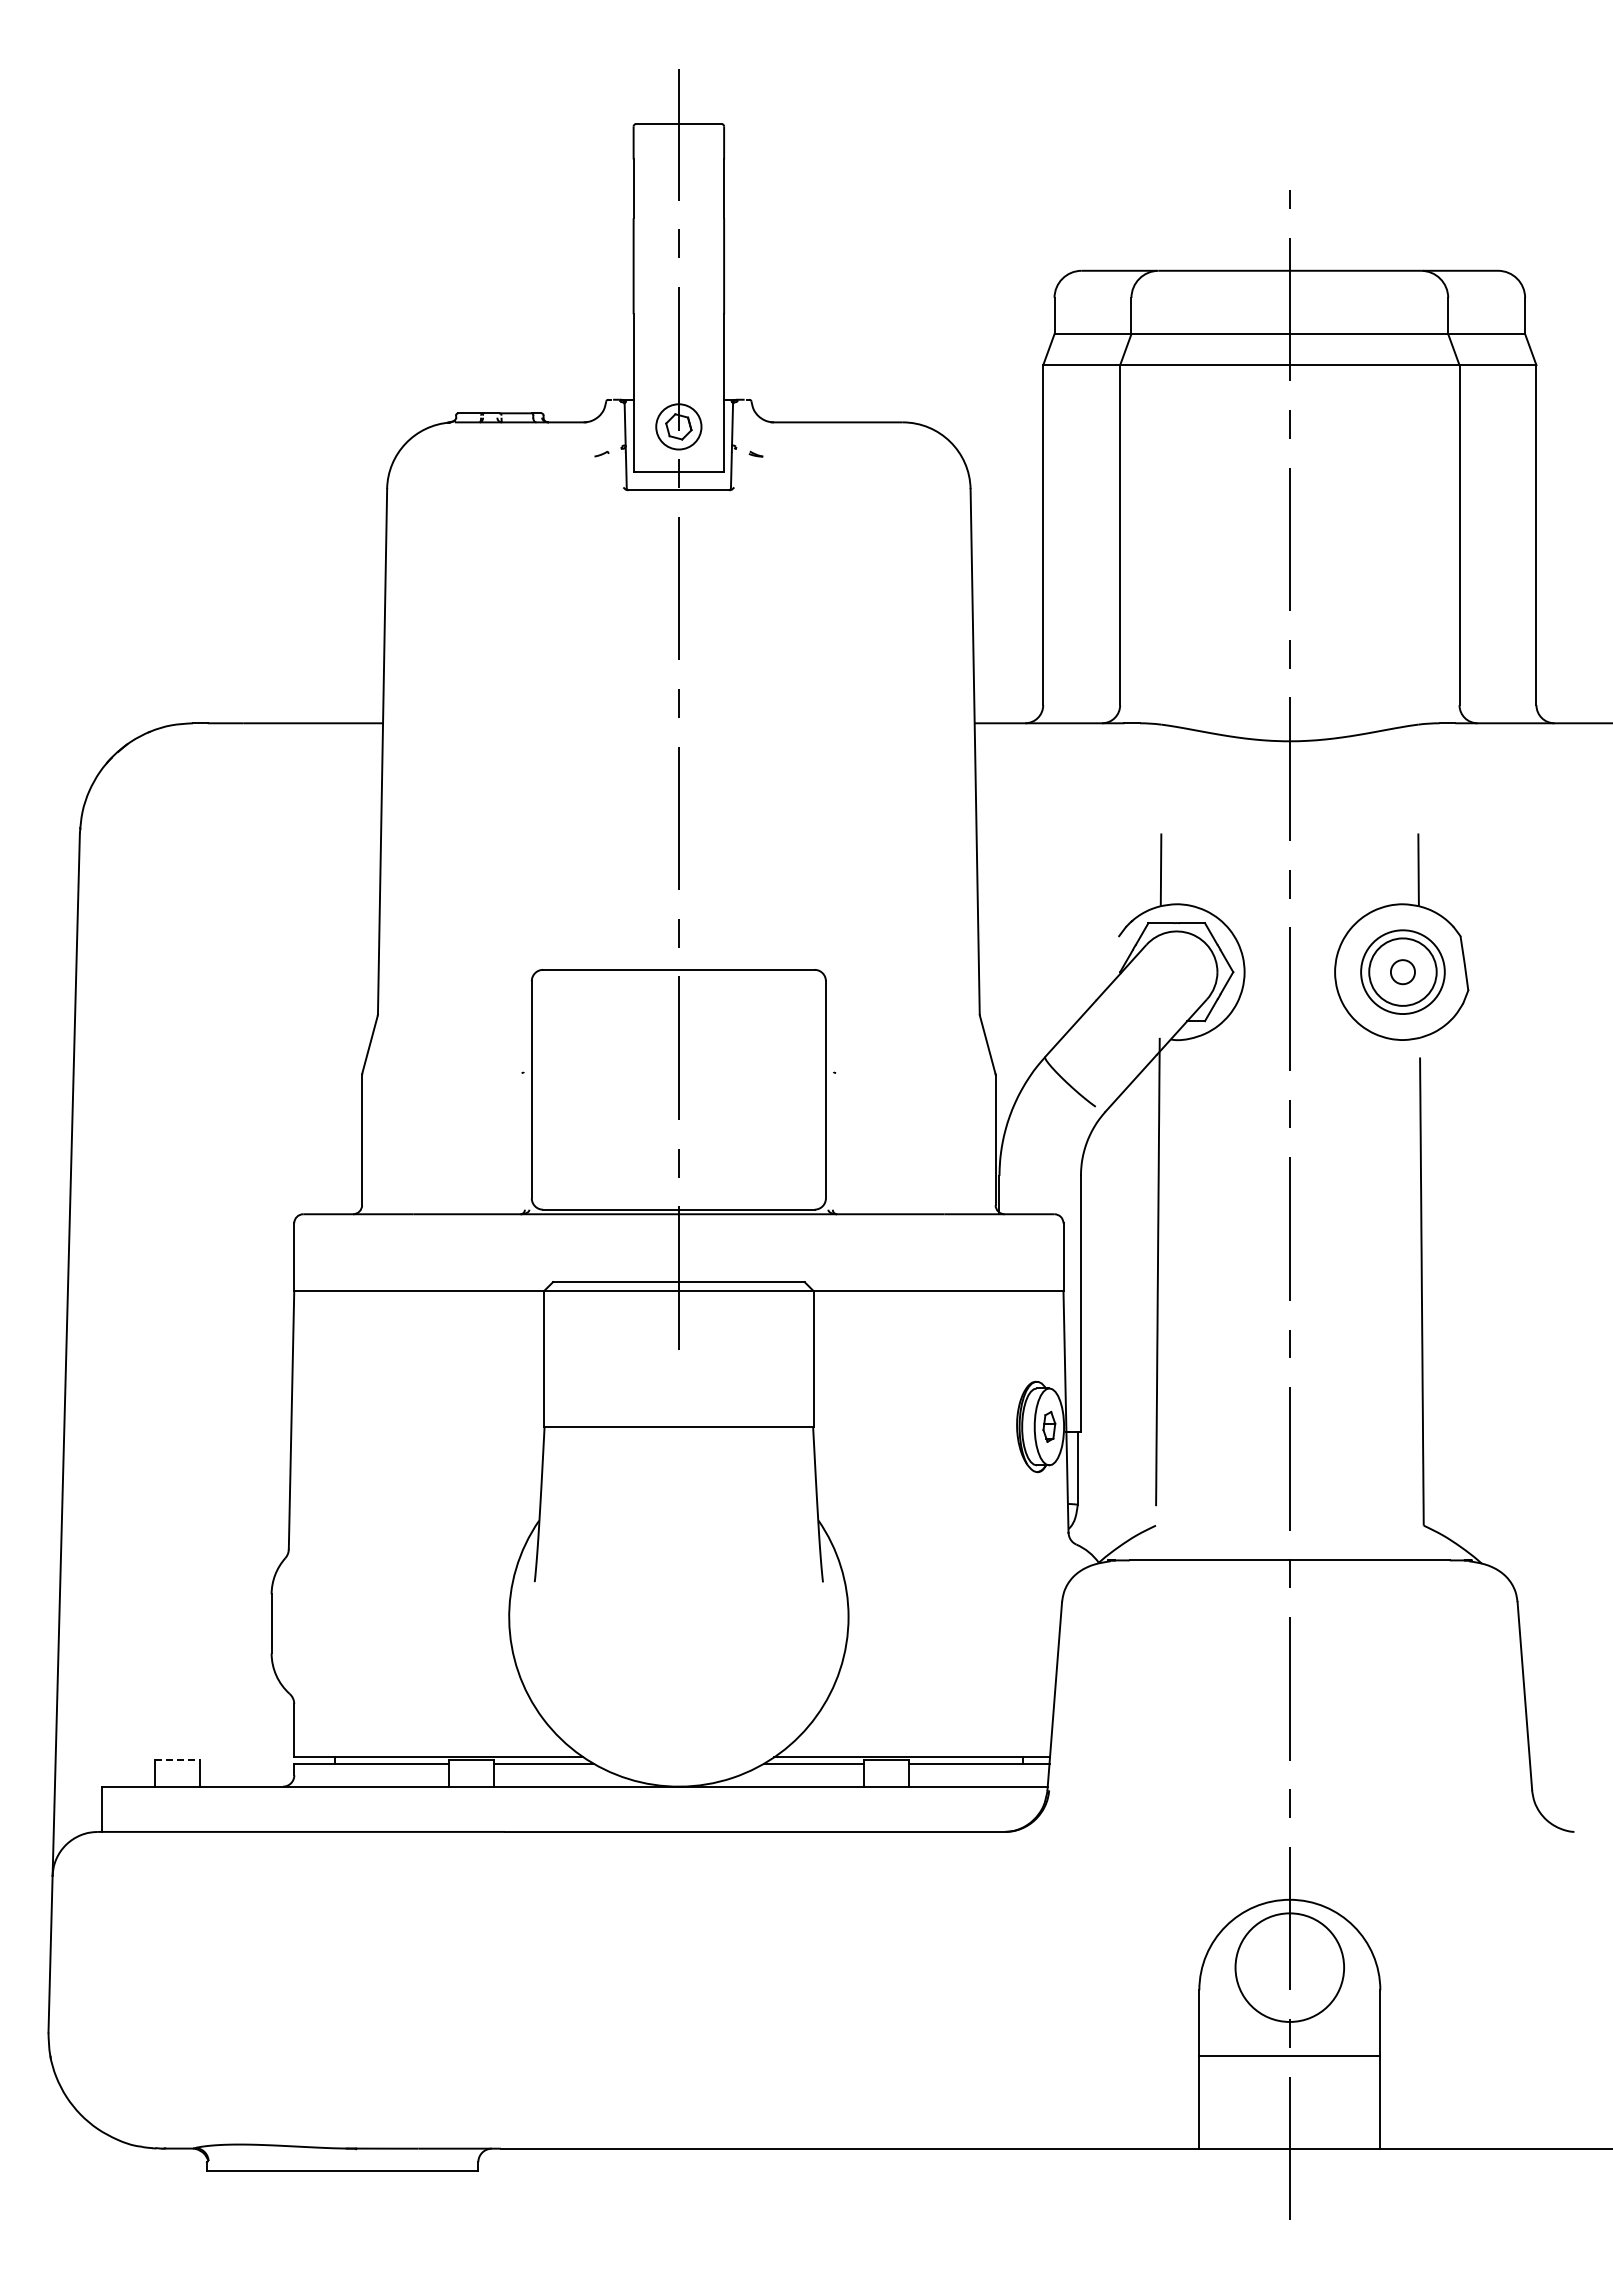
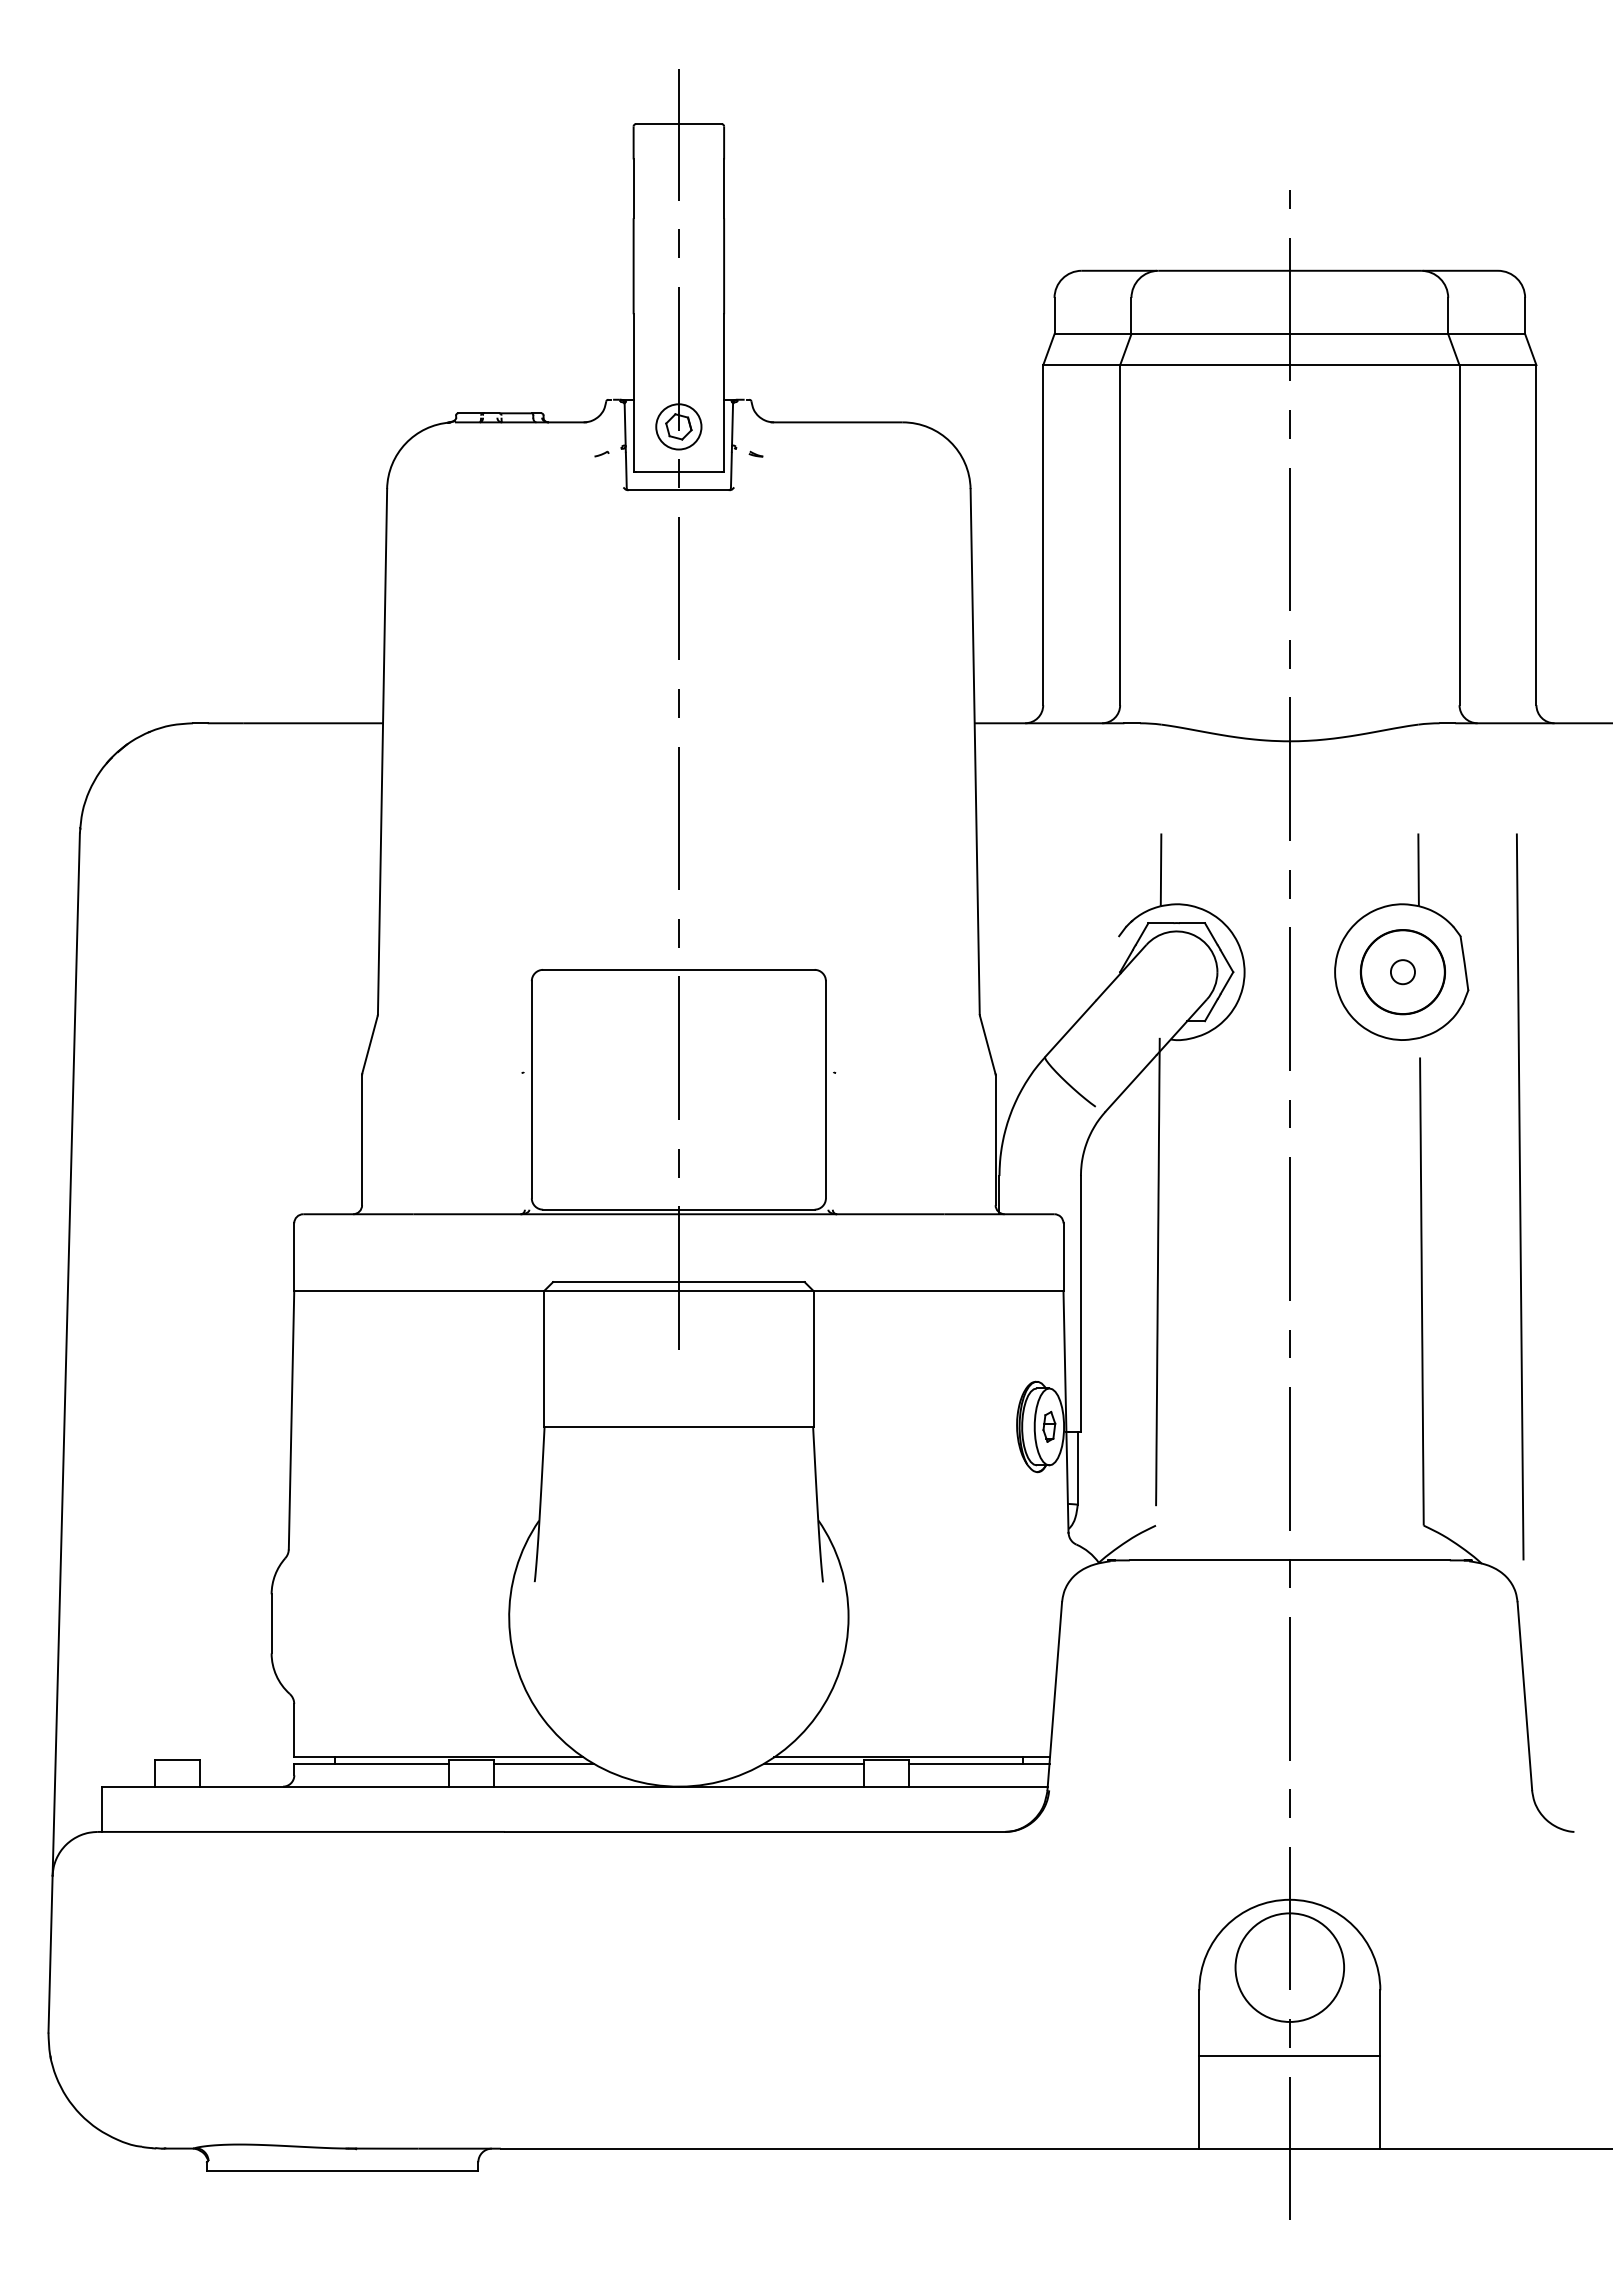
circle at (1402, 971) diameter: 67 px -> 84 px
line at (1520, 1196): none -> present
line at (177, 1759): dashed -> solid
